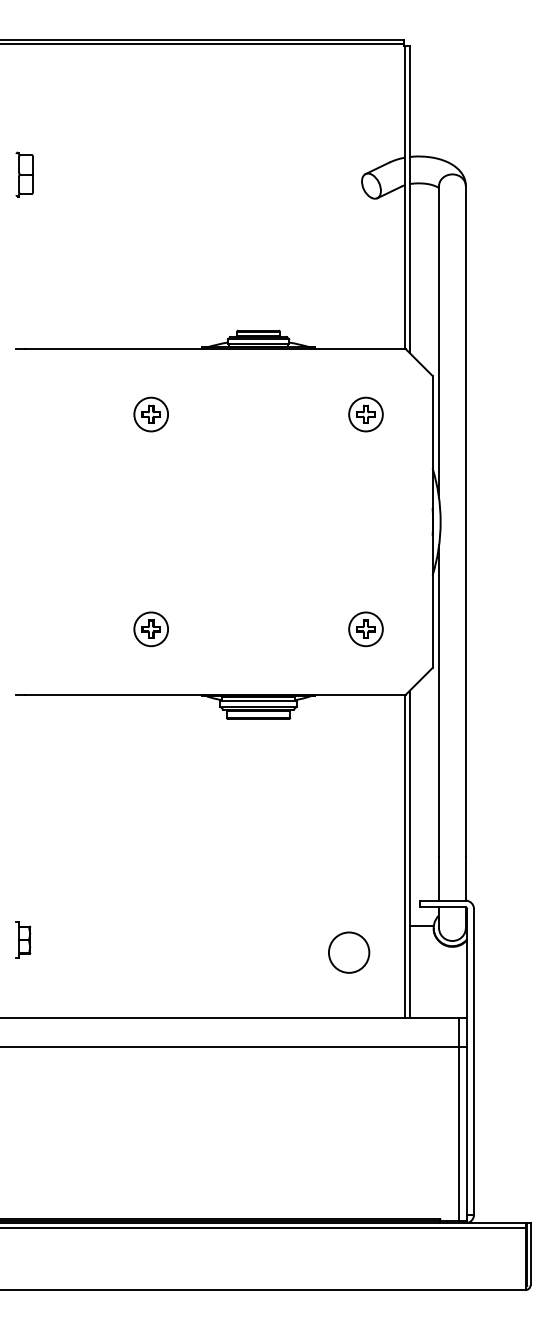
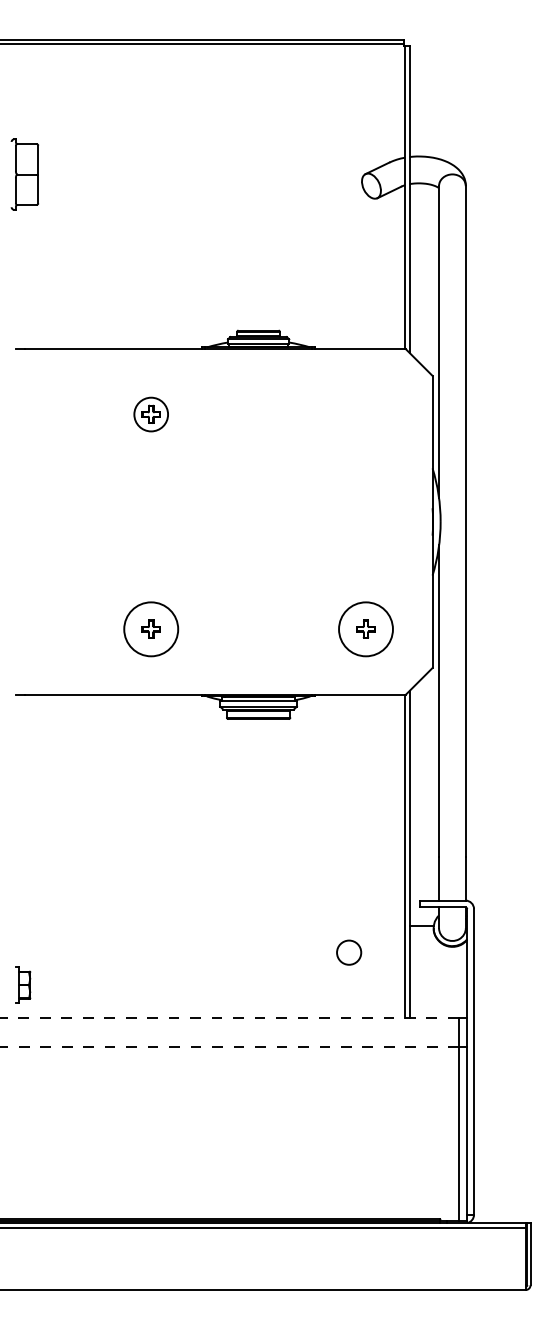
part at (24, 174) size: 19x47 px -> 29x73 px
part at (365, 414): present -> none
circle at (151, 629) diameter: 34 px -> 54 px
circle at (365, 629) diameter: 34 px -> 54 px
part at (23, 939) position: (23, 939) -> (23, 984)
circle at (348, 952) diameter: 40 px -> 24 px
line at (229, 1018): solid -> dashed
line at (229, 1046): solid -> dashed
